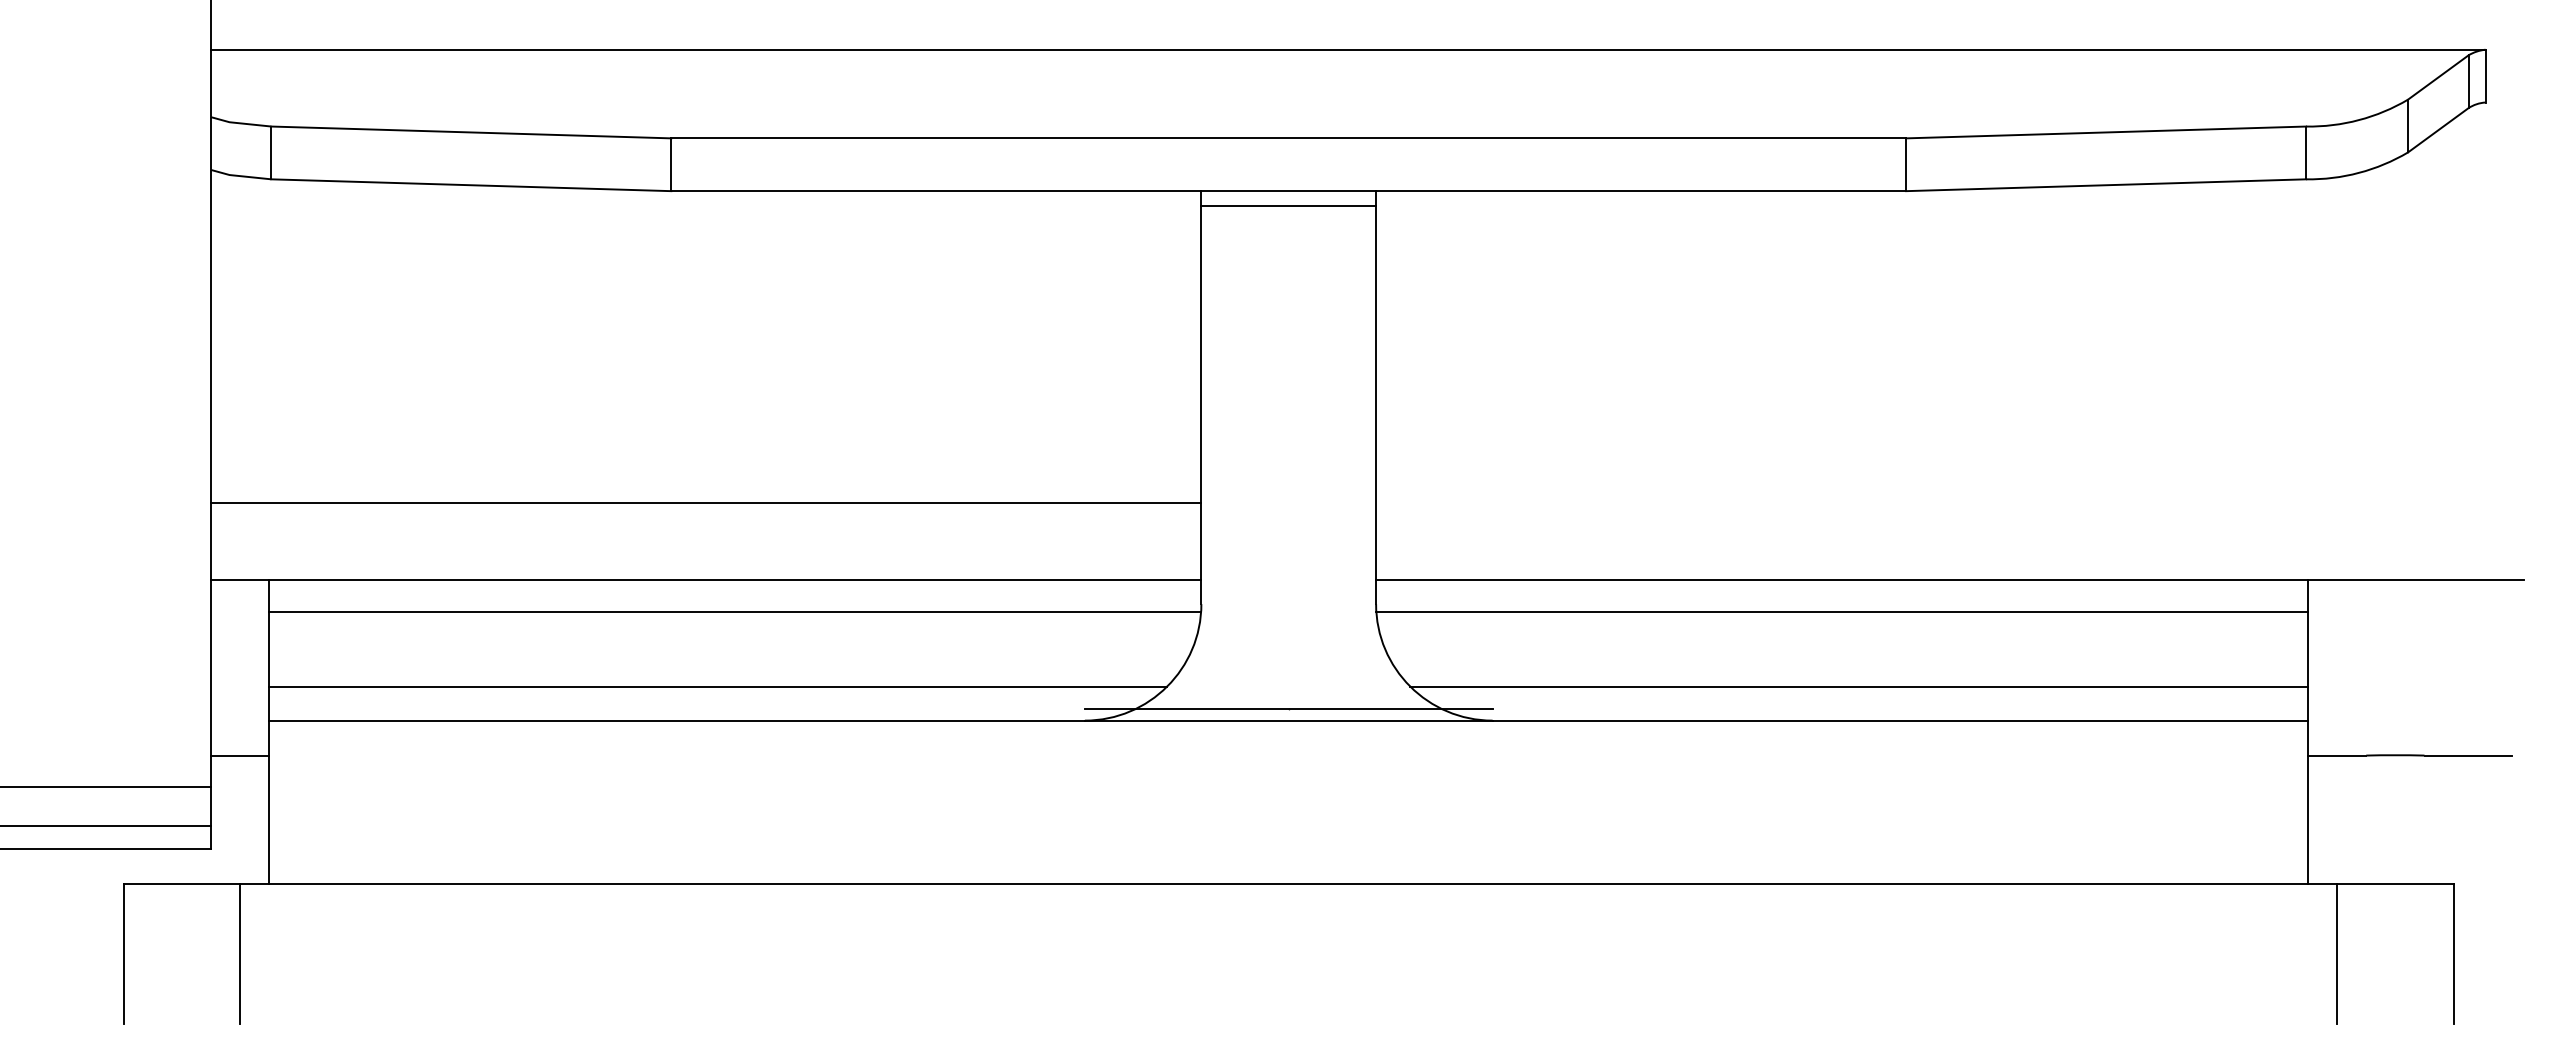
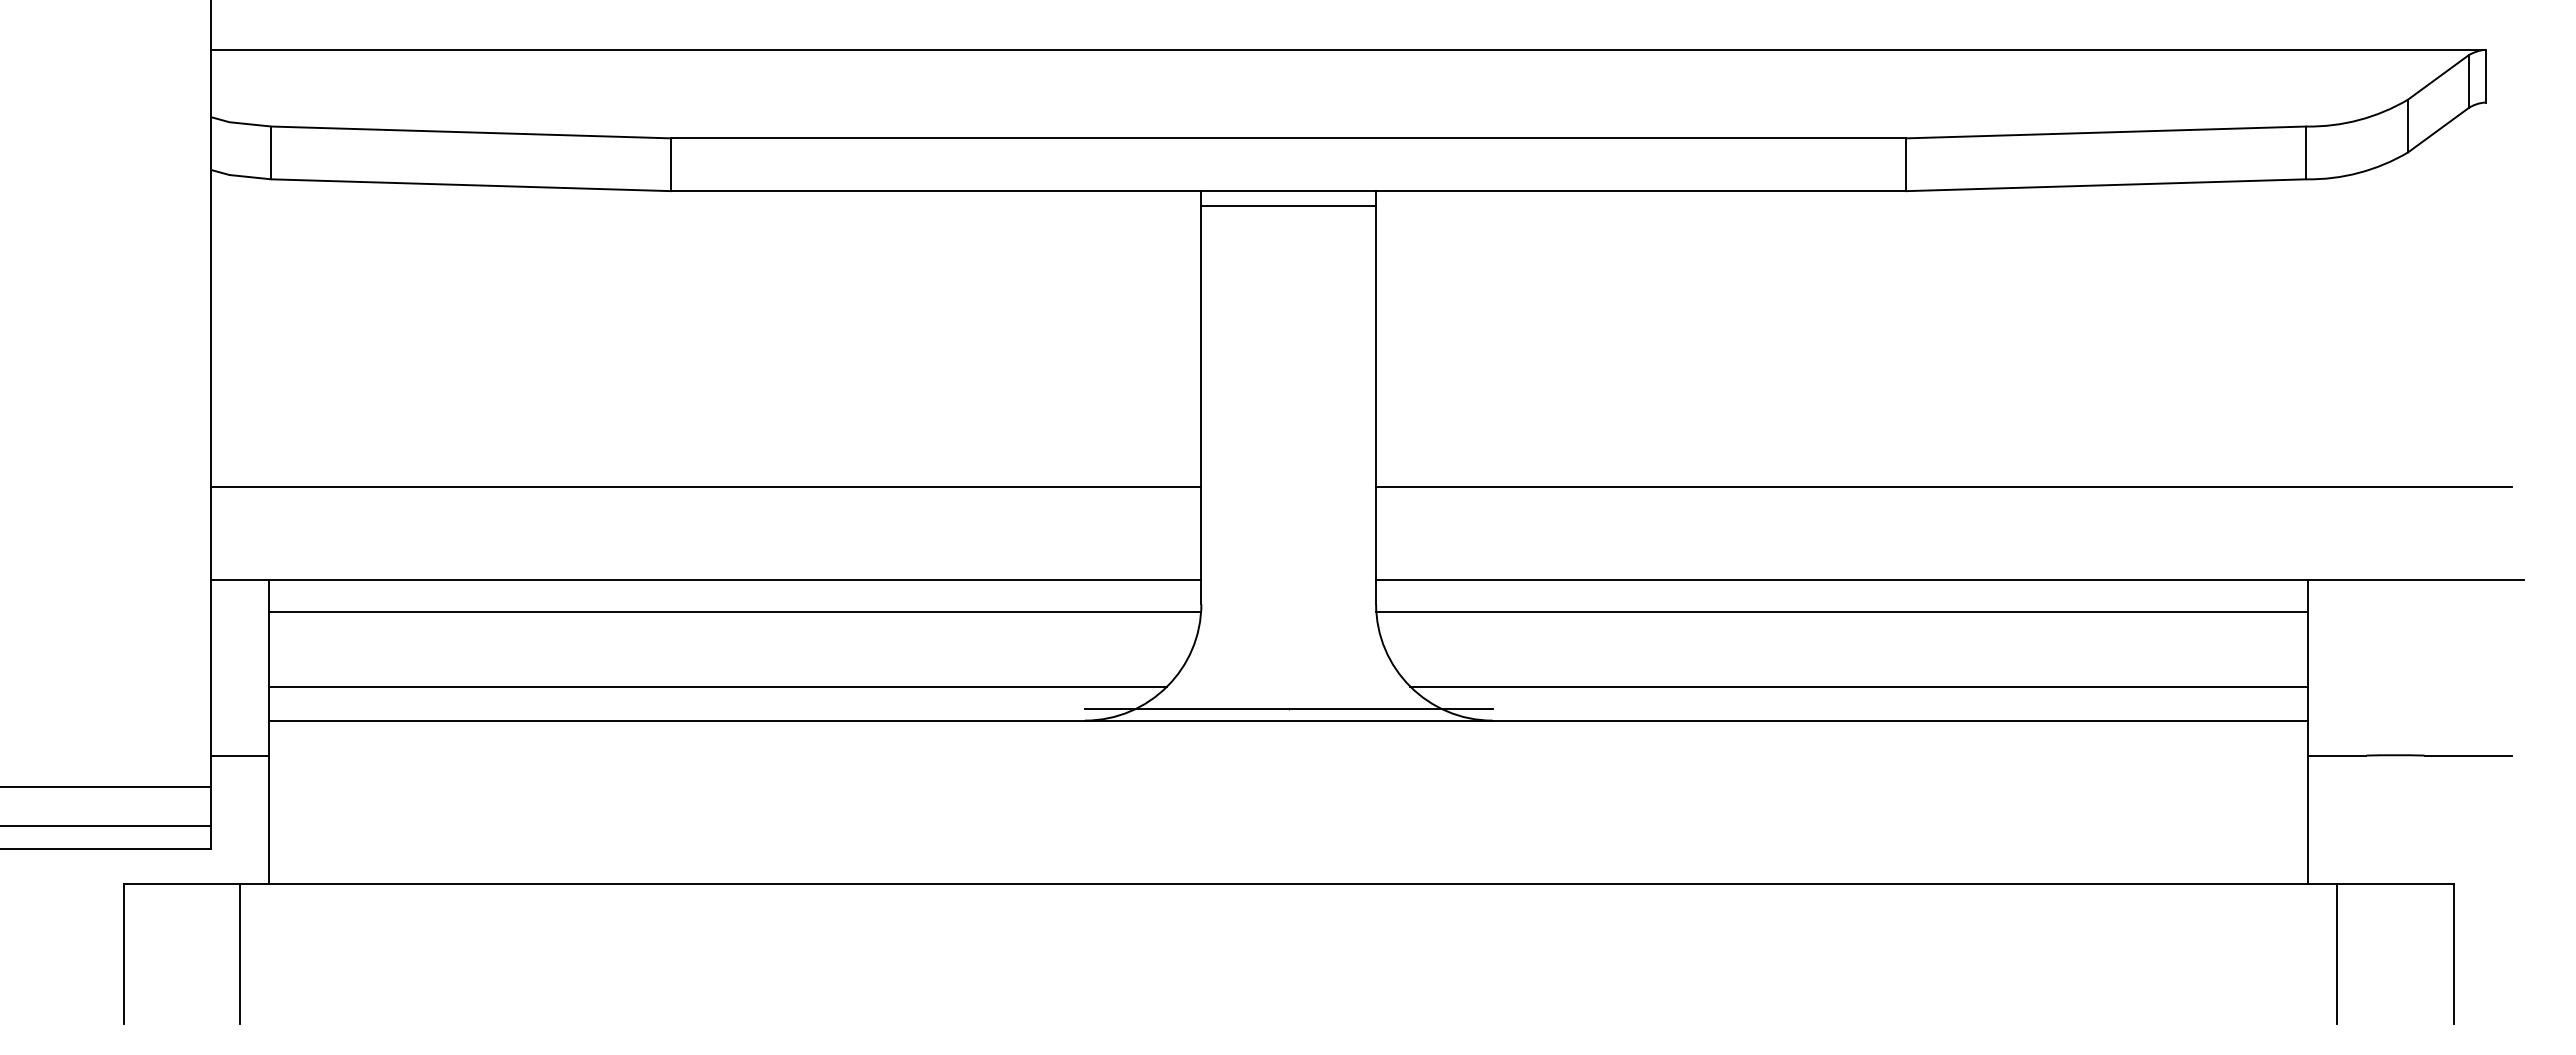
line at (1943, 487): none -> present
line at (706, 503) position: (706, 503) -> (706, 487)
